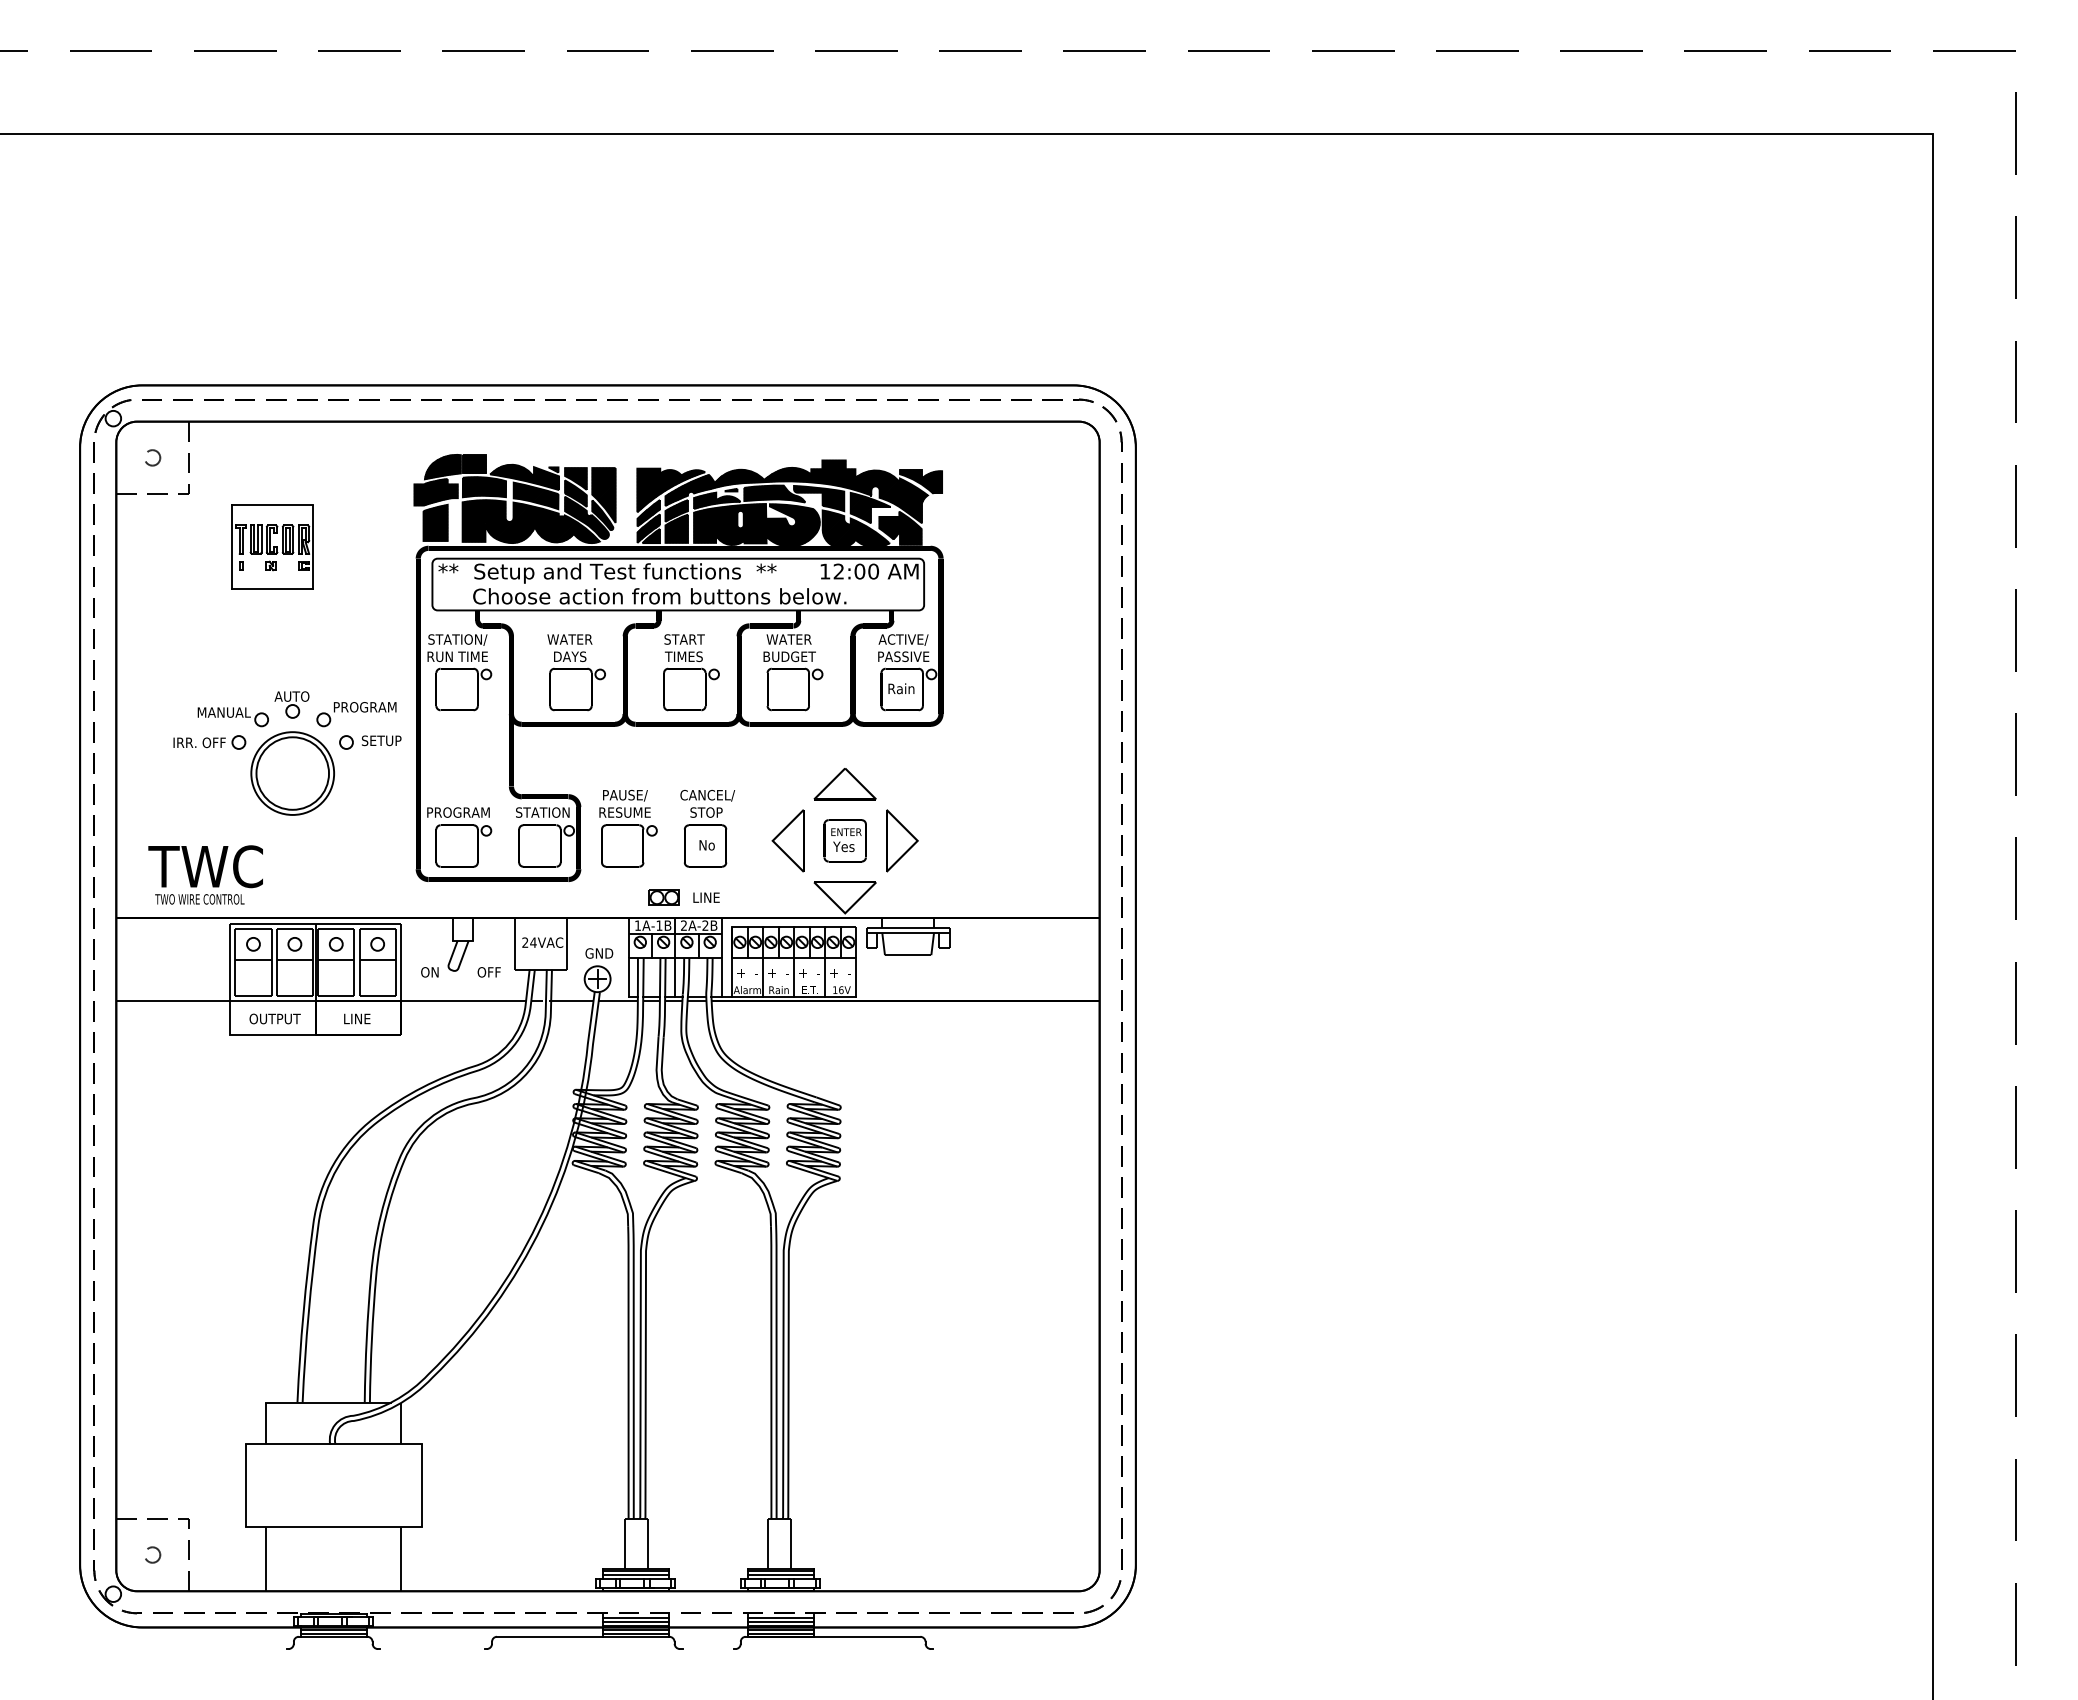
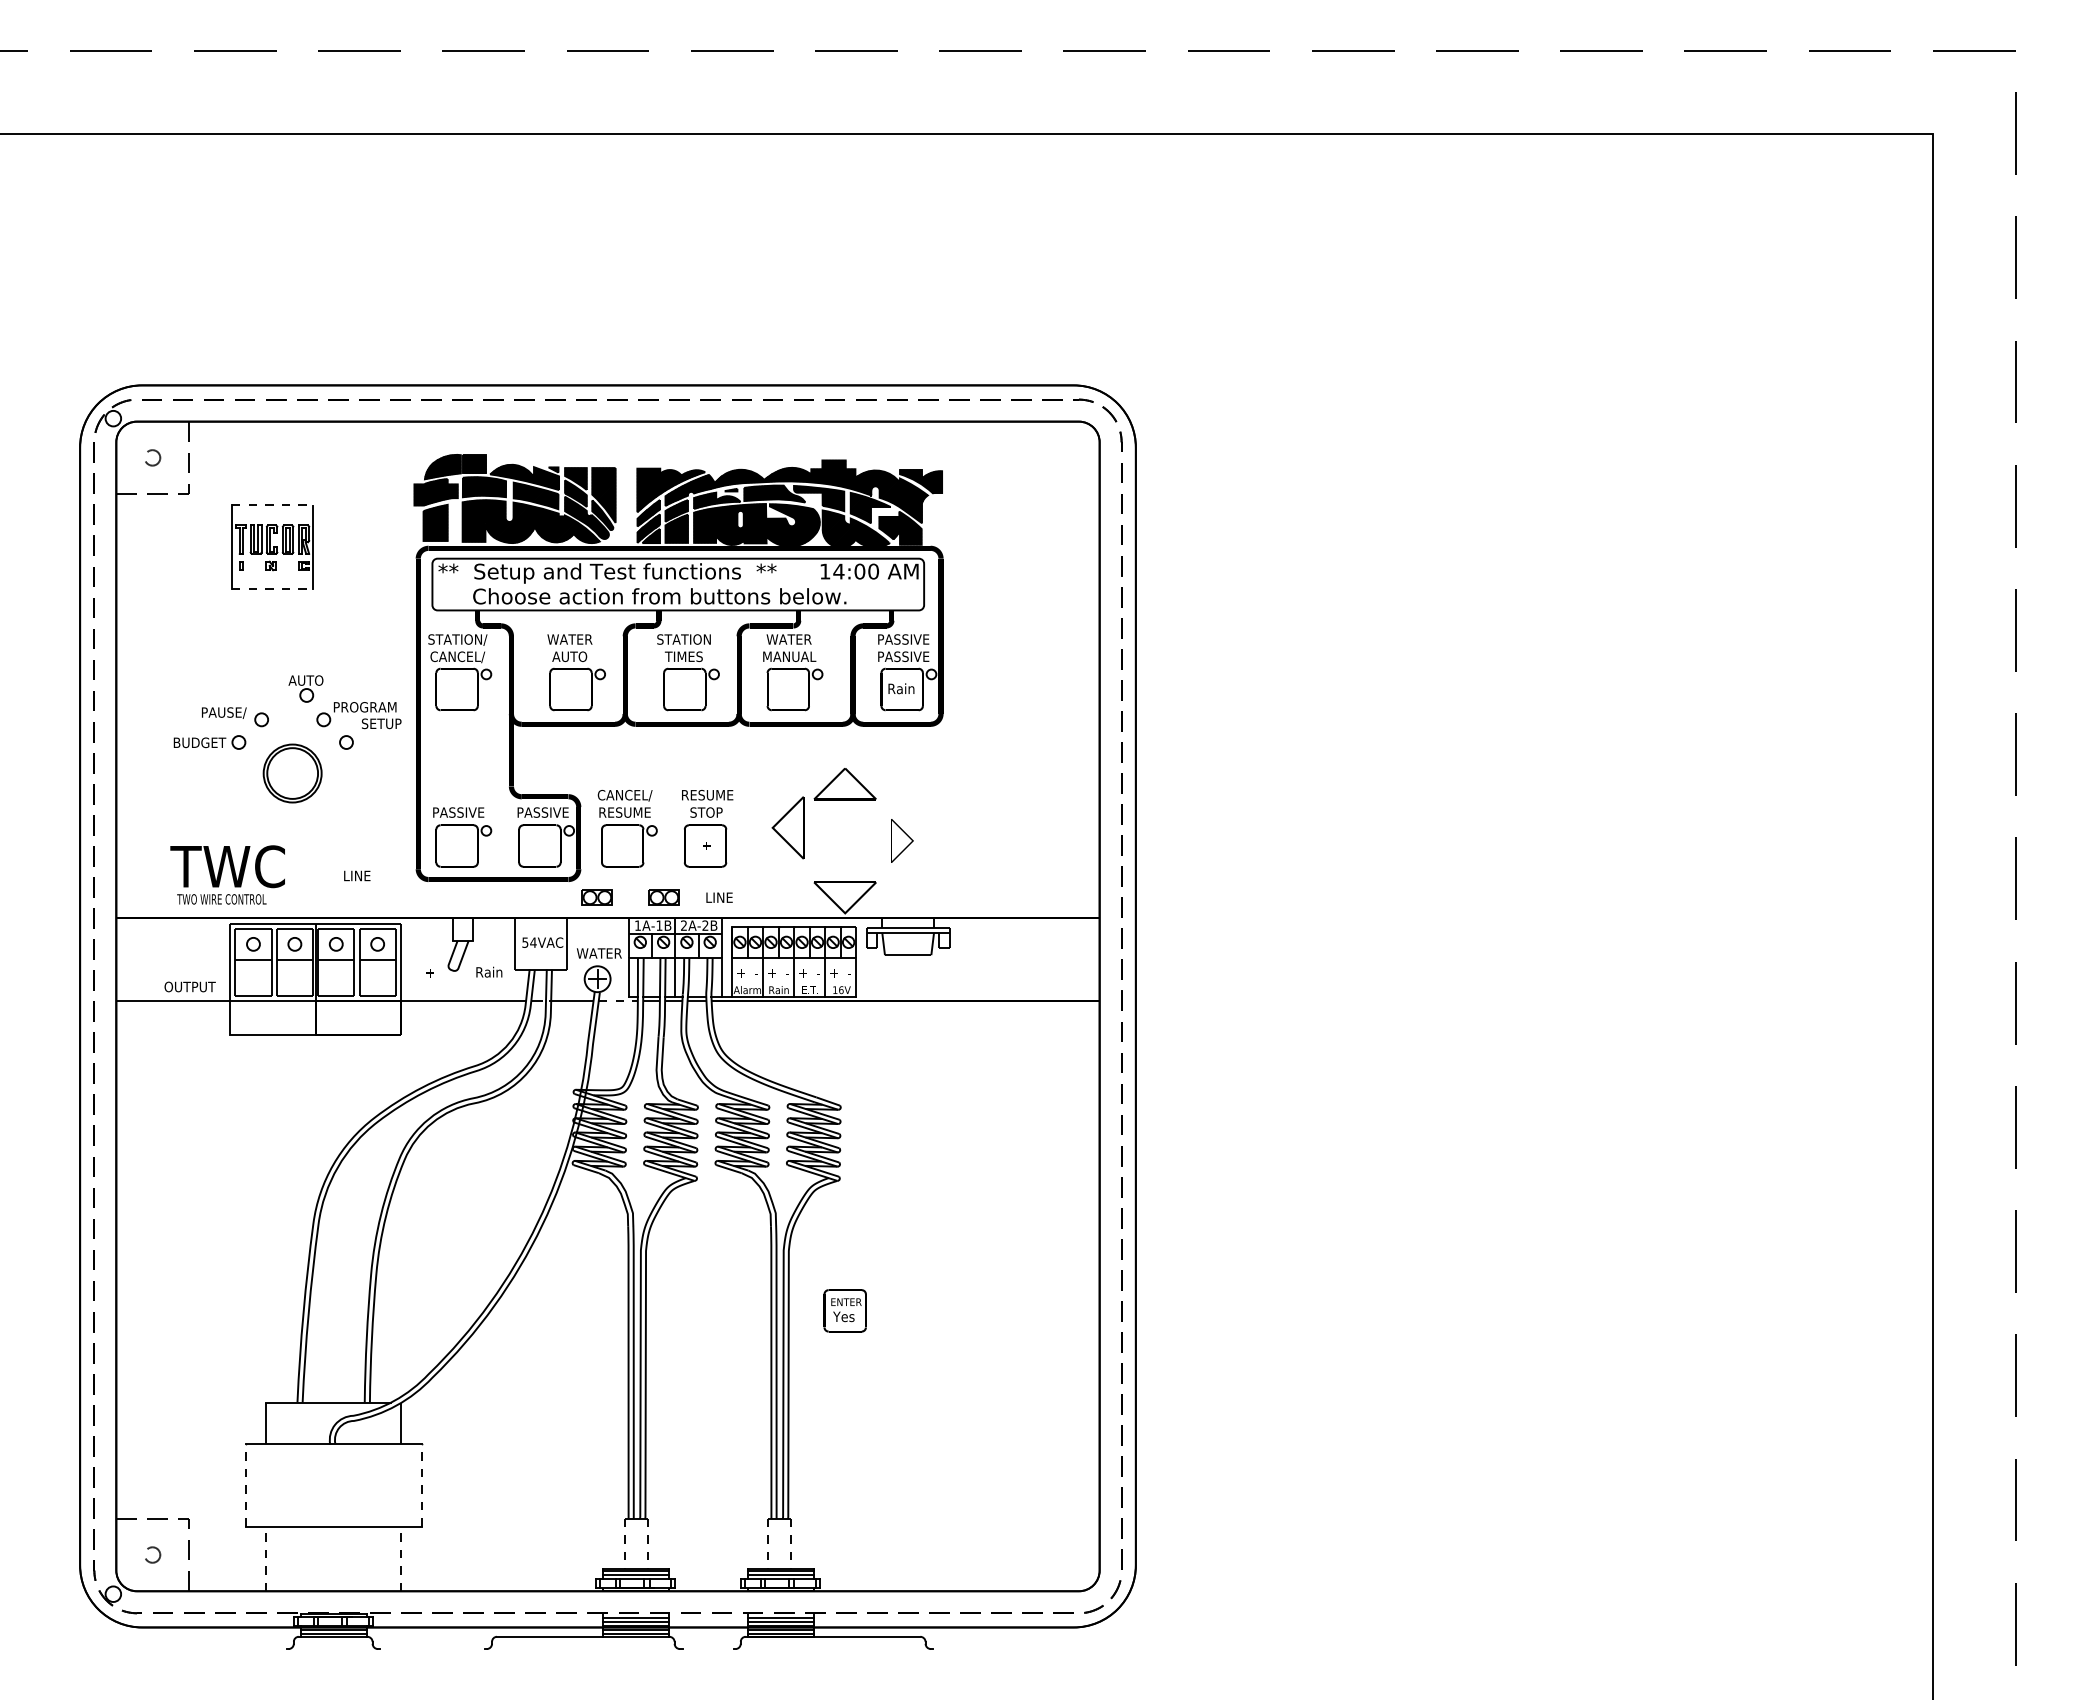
line at (273, 505): solid -> dashed
text at (838, 571): 12:00 -> 14:00
line at (272, 589): solid -> dashed
text at (683, 639): START -> STATION
text at (903, 639): ACTIVE/ -> PASSIVE
text at (569, 656): DAYS -> AUTO
text at (789, 656): BUDGET -> MANUAL
text at (457, 657): RUN TIME -> CANCEL/
part at (291, 704) position: (291, 704) -> (305, 688)
text at (223, 712): MANUAL -> PAUSE/
text at (381, 740) position: (381, 740) -> (381, 723)
text at (199, 742): IRR. OFF -> BUDGET
part at (292, 773) size: 85x85 px -> 61x61 px
text at (624, 795): PAUSE/ -> CANCEL/
text at (707, 795): CANCEL/ -> RESUME
text at (458, 812): PROGRAM -> PASSIVE
text at (542, 812): STATION -> PASSIVE
part at (787, 840) position: (787, 840) -> (787, 827)
text at (844, 840) position: (844, 840) -> (844, 1310)
part at (902, 840) size: 33x64 px -> 23x44 px
text at (706, 845): No -> +
text at (205, 874) position: (205, 874) -> (227, 874)
part at (596, 897): none -> present
text at (706, 897) position: (706, 897) -> (719, 897)
text at (525, 942): 24VAC -> 54VAC
text at (598, 953): GND -> WATER
text at (489, 971): OFF -> Rain
text at (429, 972): ON -> +
line at (619, 1001): solid -> dashed
text at (274, 1018) position: (274, 1018) -> (189, 986)
text at (357, 1018) position: (357, 1018) -> (357, 875)
line at (245, 1484): solid -> dashed
line at (421, 1484): solid -> dashed
line at (625, 1543): solid -> dashed
line at (648, 1543): solid -> dashed
line at (767, 1543): solid -> dashed
line at (791, 1543): solid -> dashed
line at (266, 1558): solid -> dashed
line at (400, 1558): solid -> dashed
